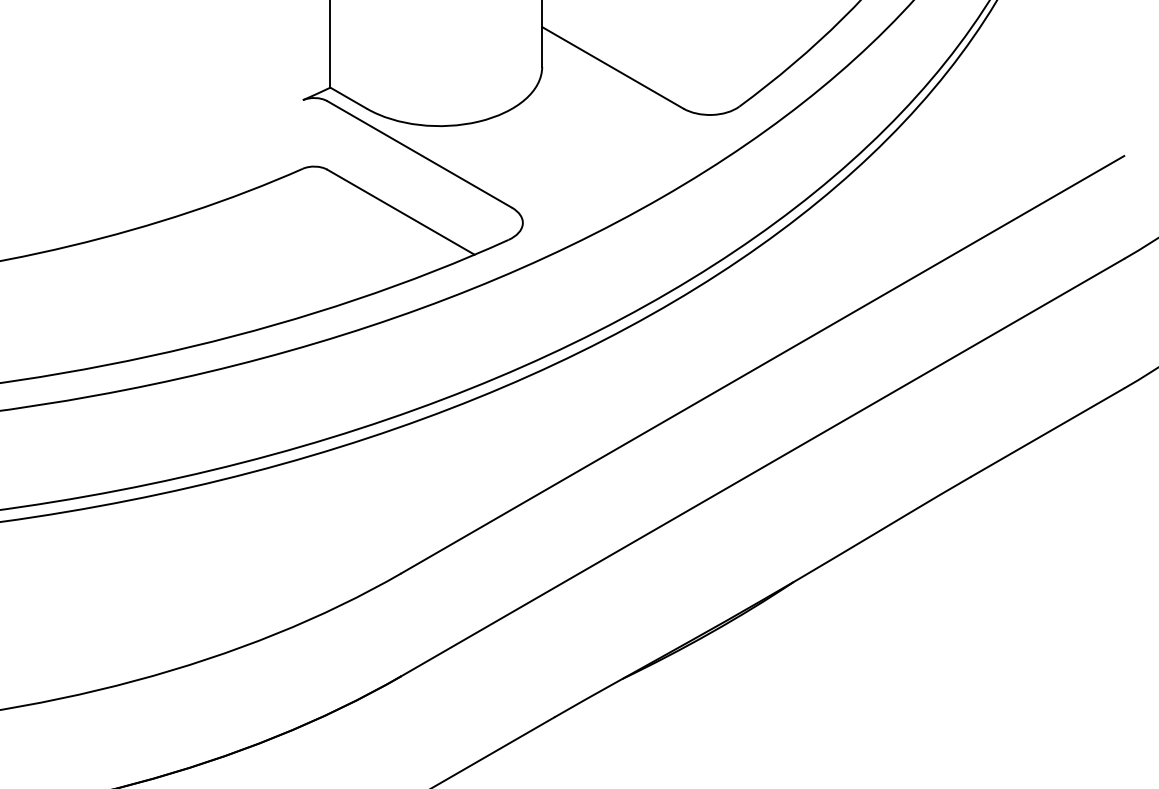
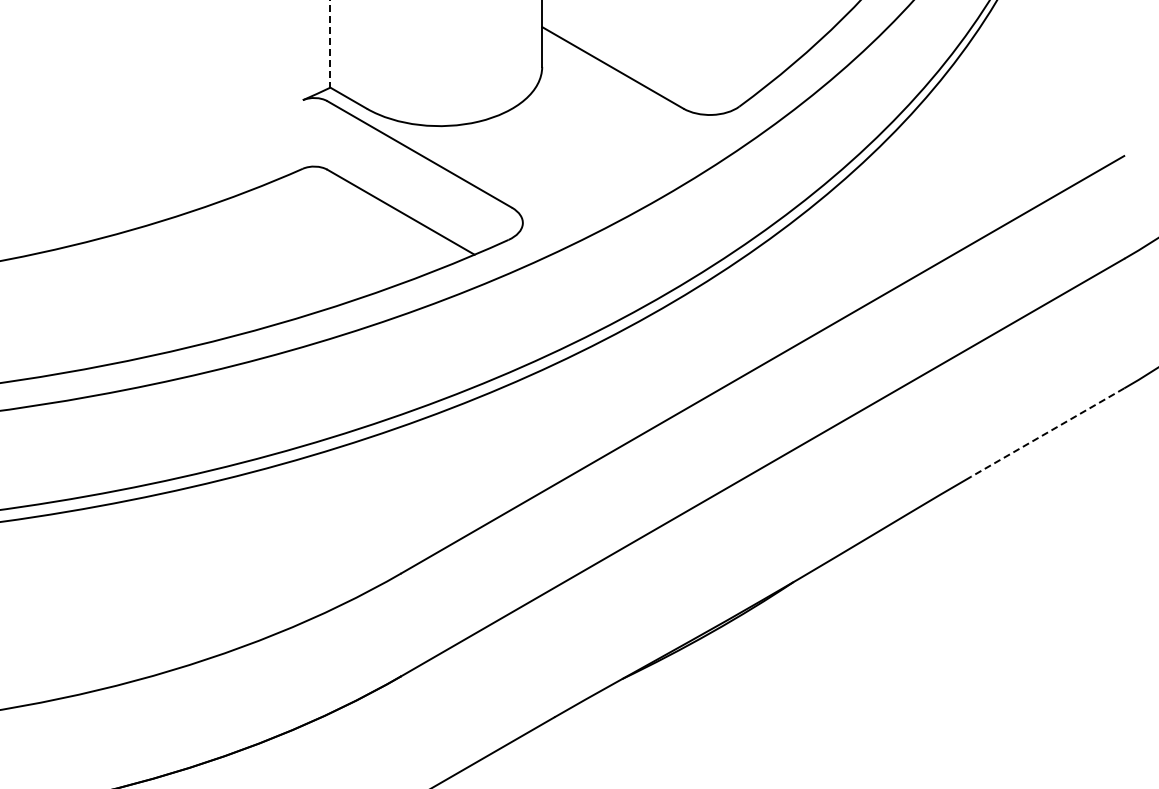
line at (330, 44): solid -> dashed
line at (1047, 432): solid -> dashed
